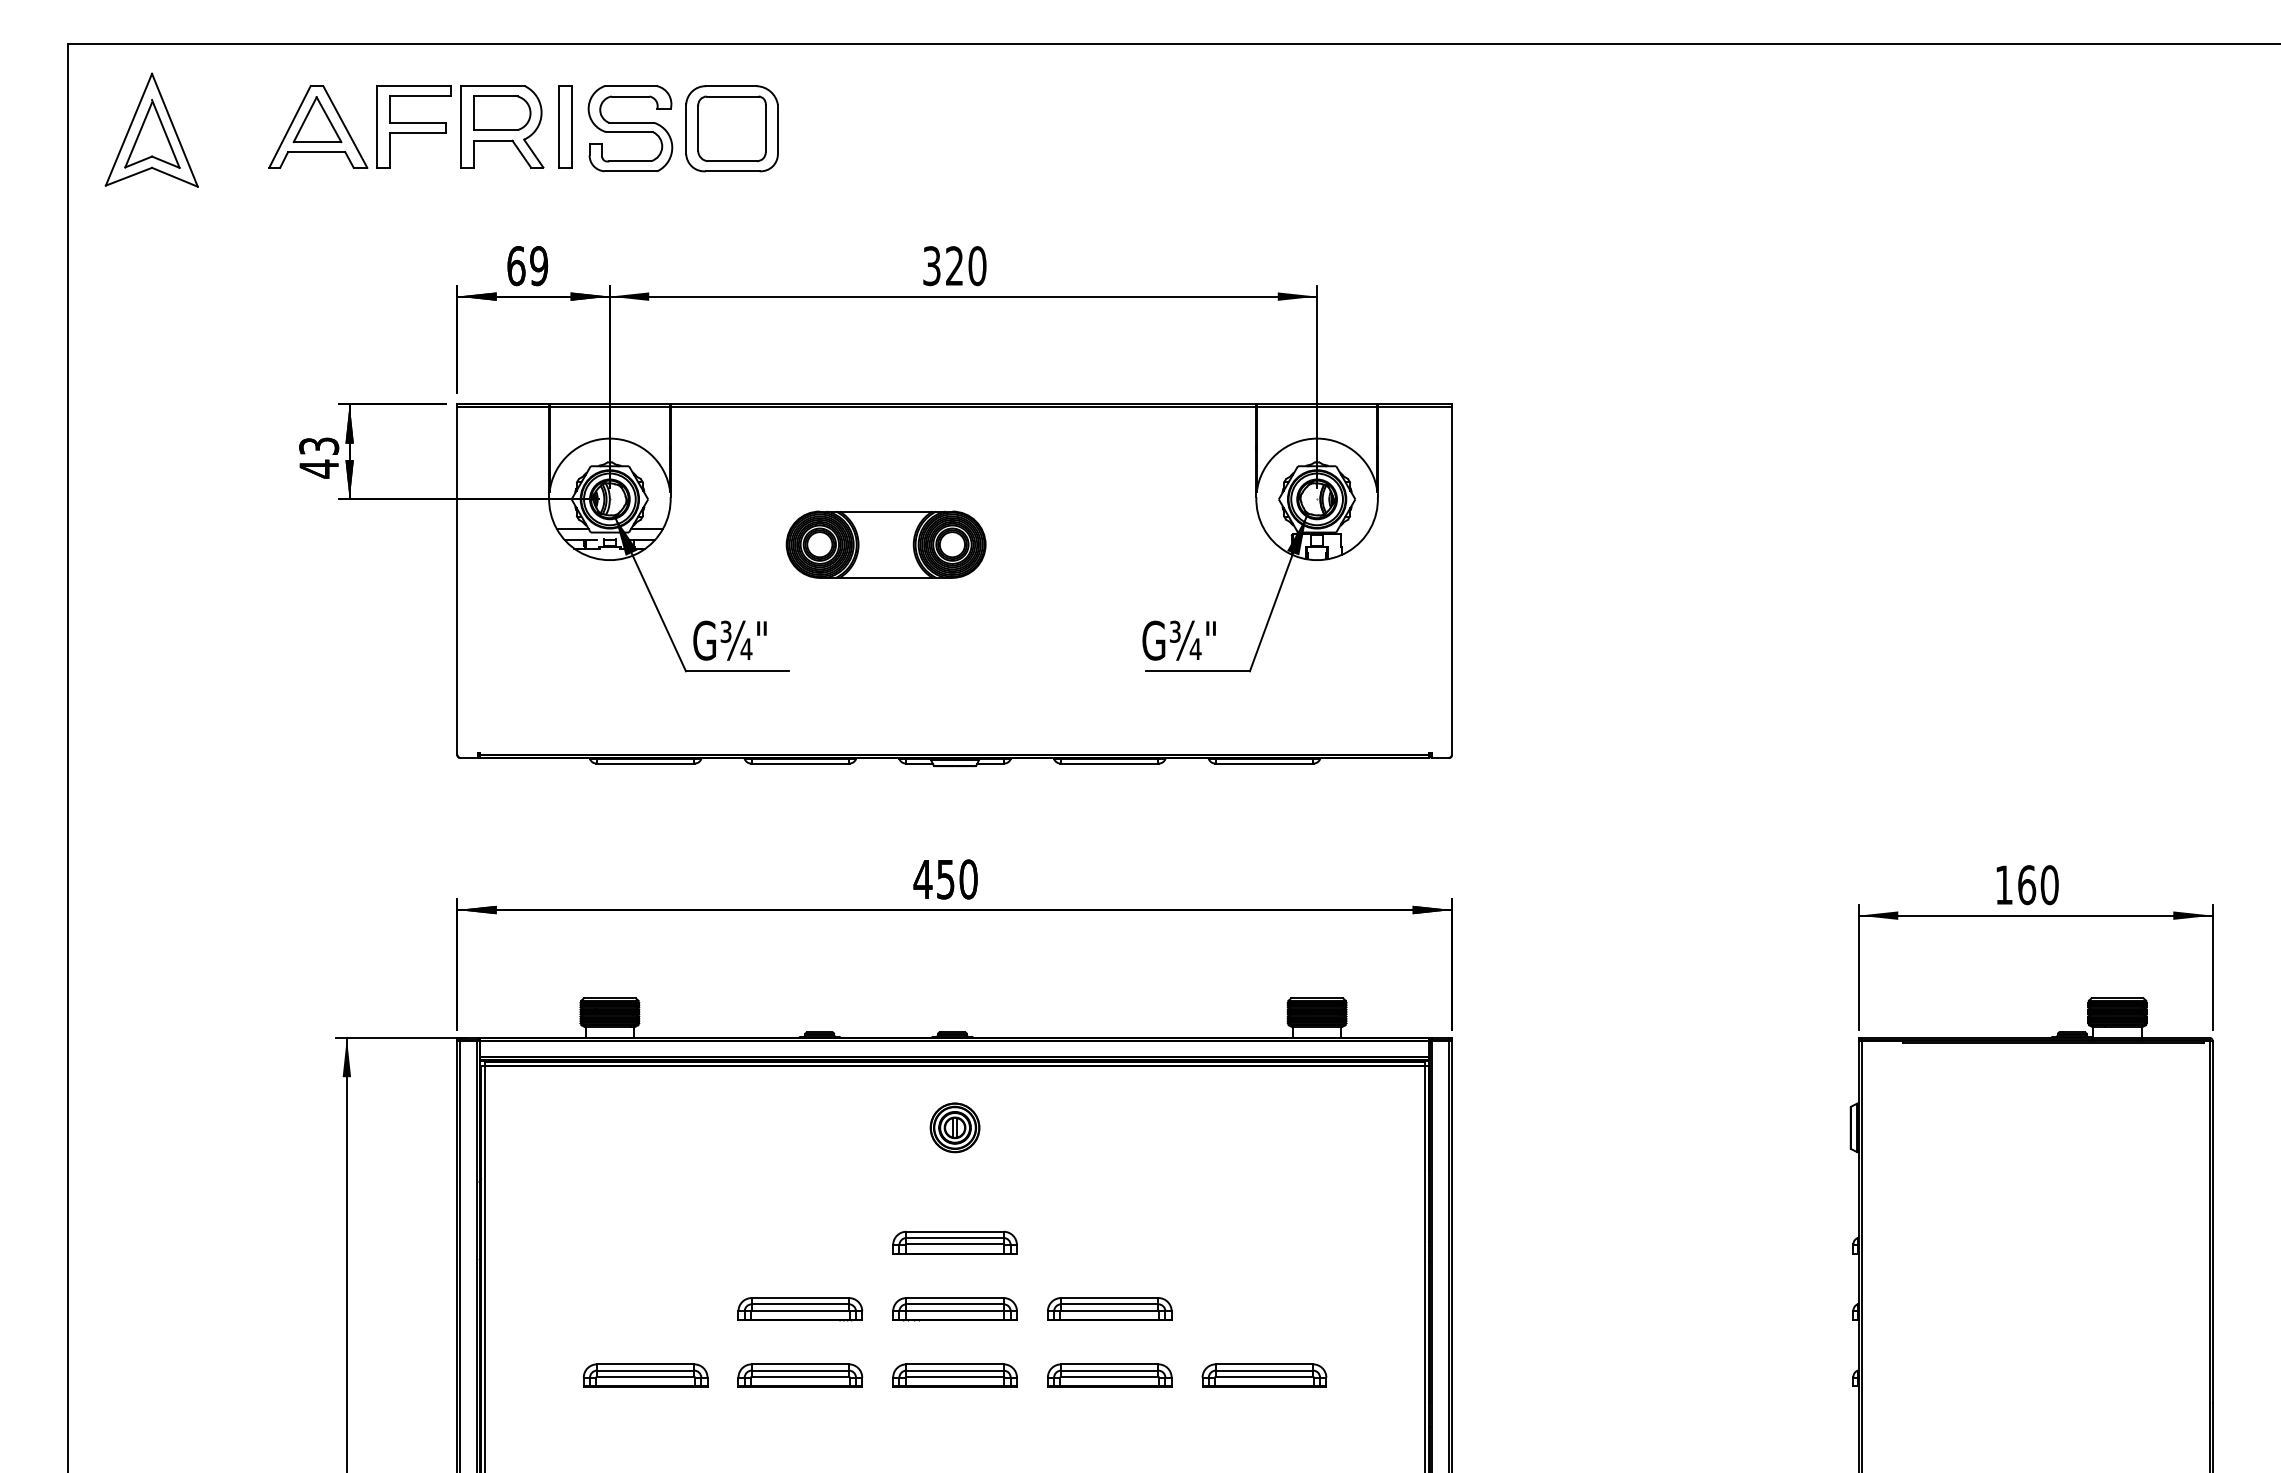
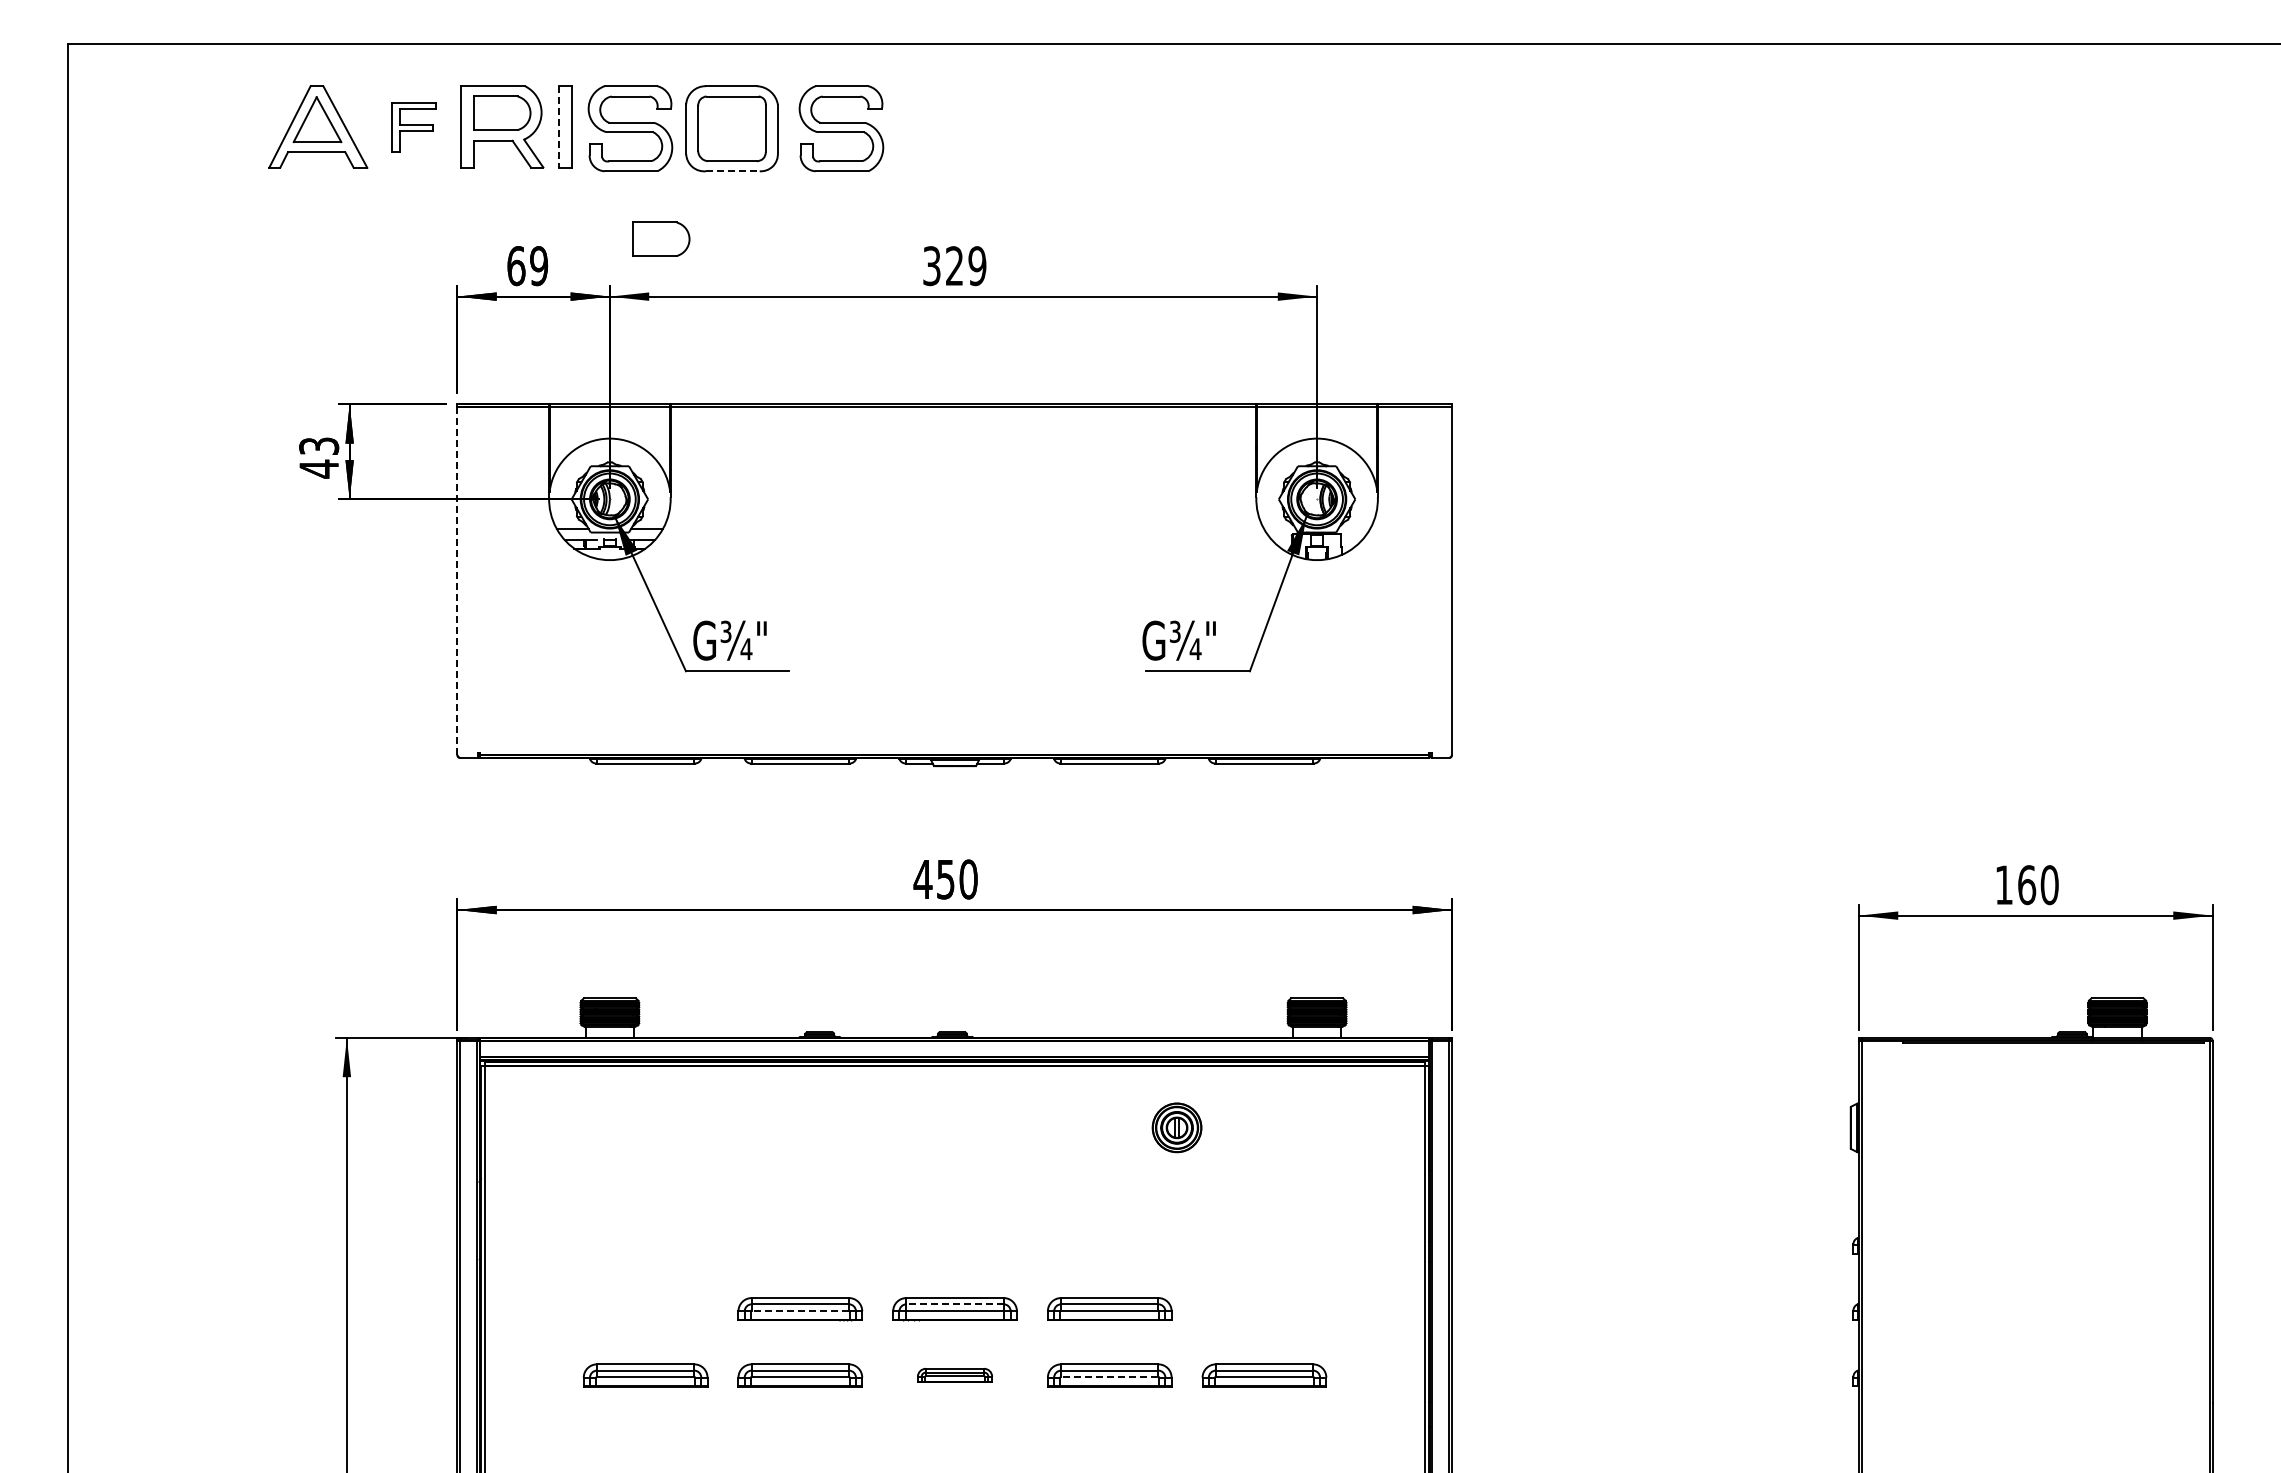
part at (413, 126) size: 76x84 px -> 46x51 px
line at (559, 126): solid -> dashed
part at (841, 128): none -> present
part at (151, 129): present -> none
line at (732, 171): solid -> dashed
part at (661, 238): none -> present
text at (977, 266): 320 -> 329
part at (885, 544): present -> none
line at (457, 580): solid -> dashed
part at (954, 1127) position: (954, 1127) -> (1176, 1127)
part at (954, 1242): present -> none
line at (955, 1304): solid -> dashed
line at (800, 1310): solid -> dashed
part at (954, 1375) size: 126x25 px -> 76x15 px
line at (1109, 1376): solid -> dashed
